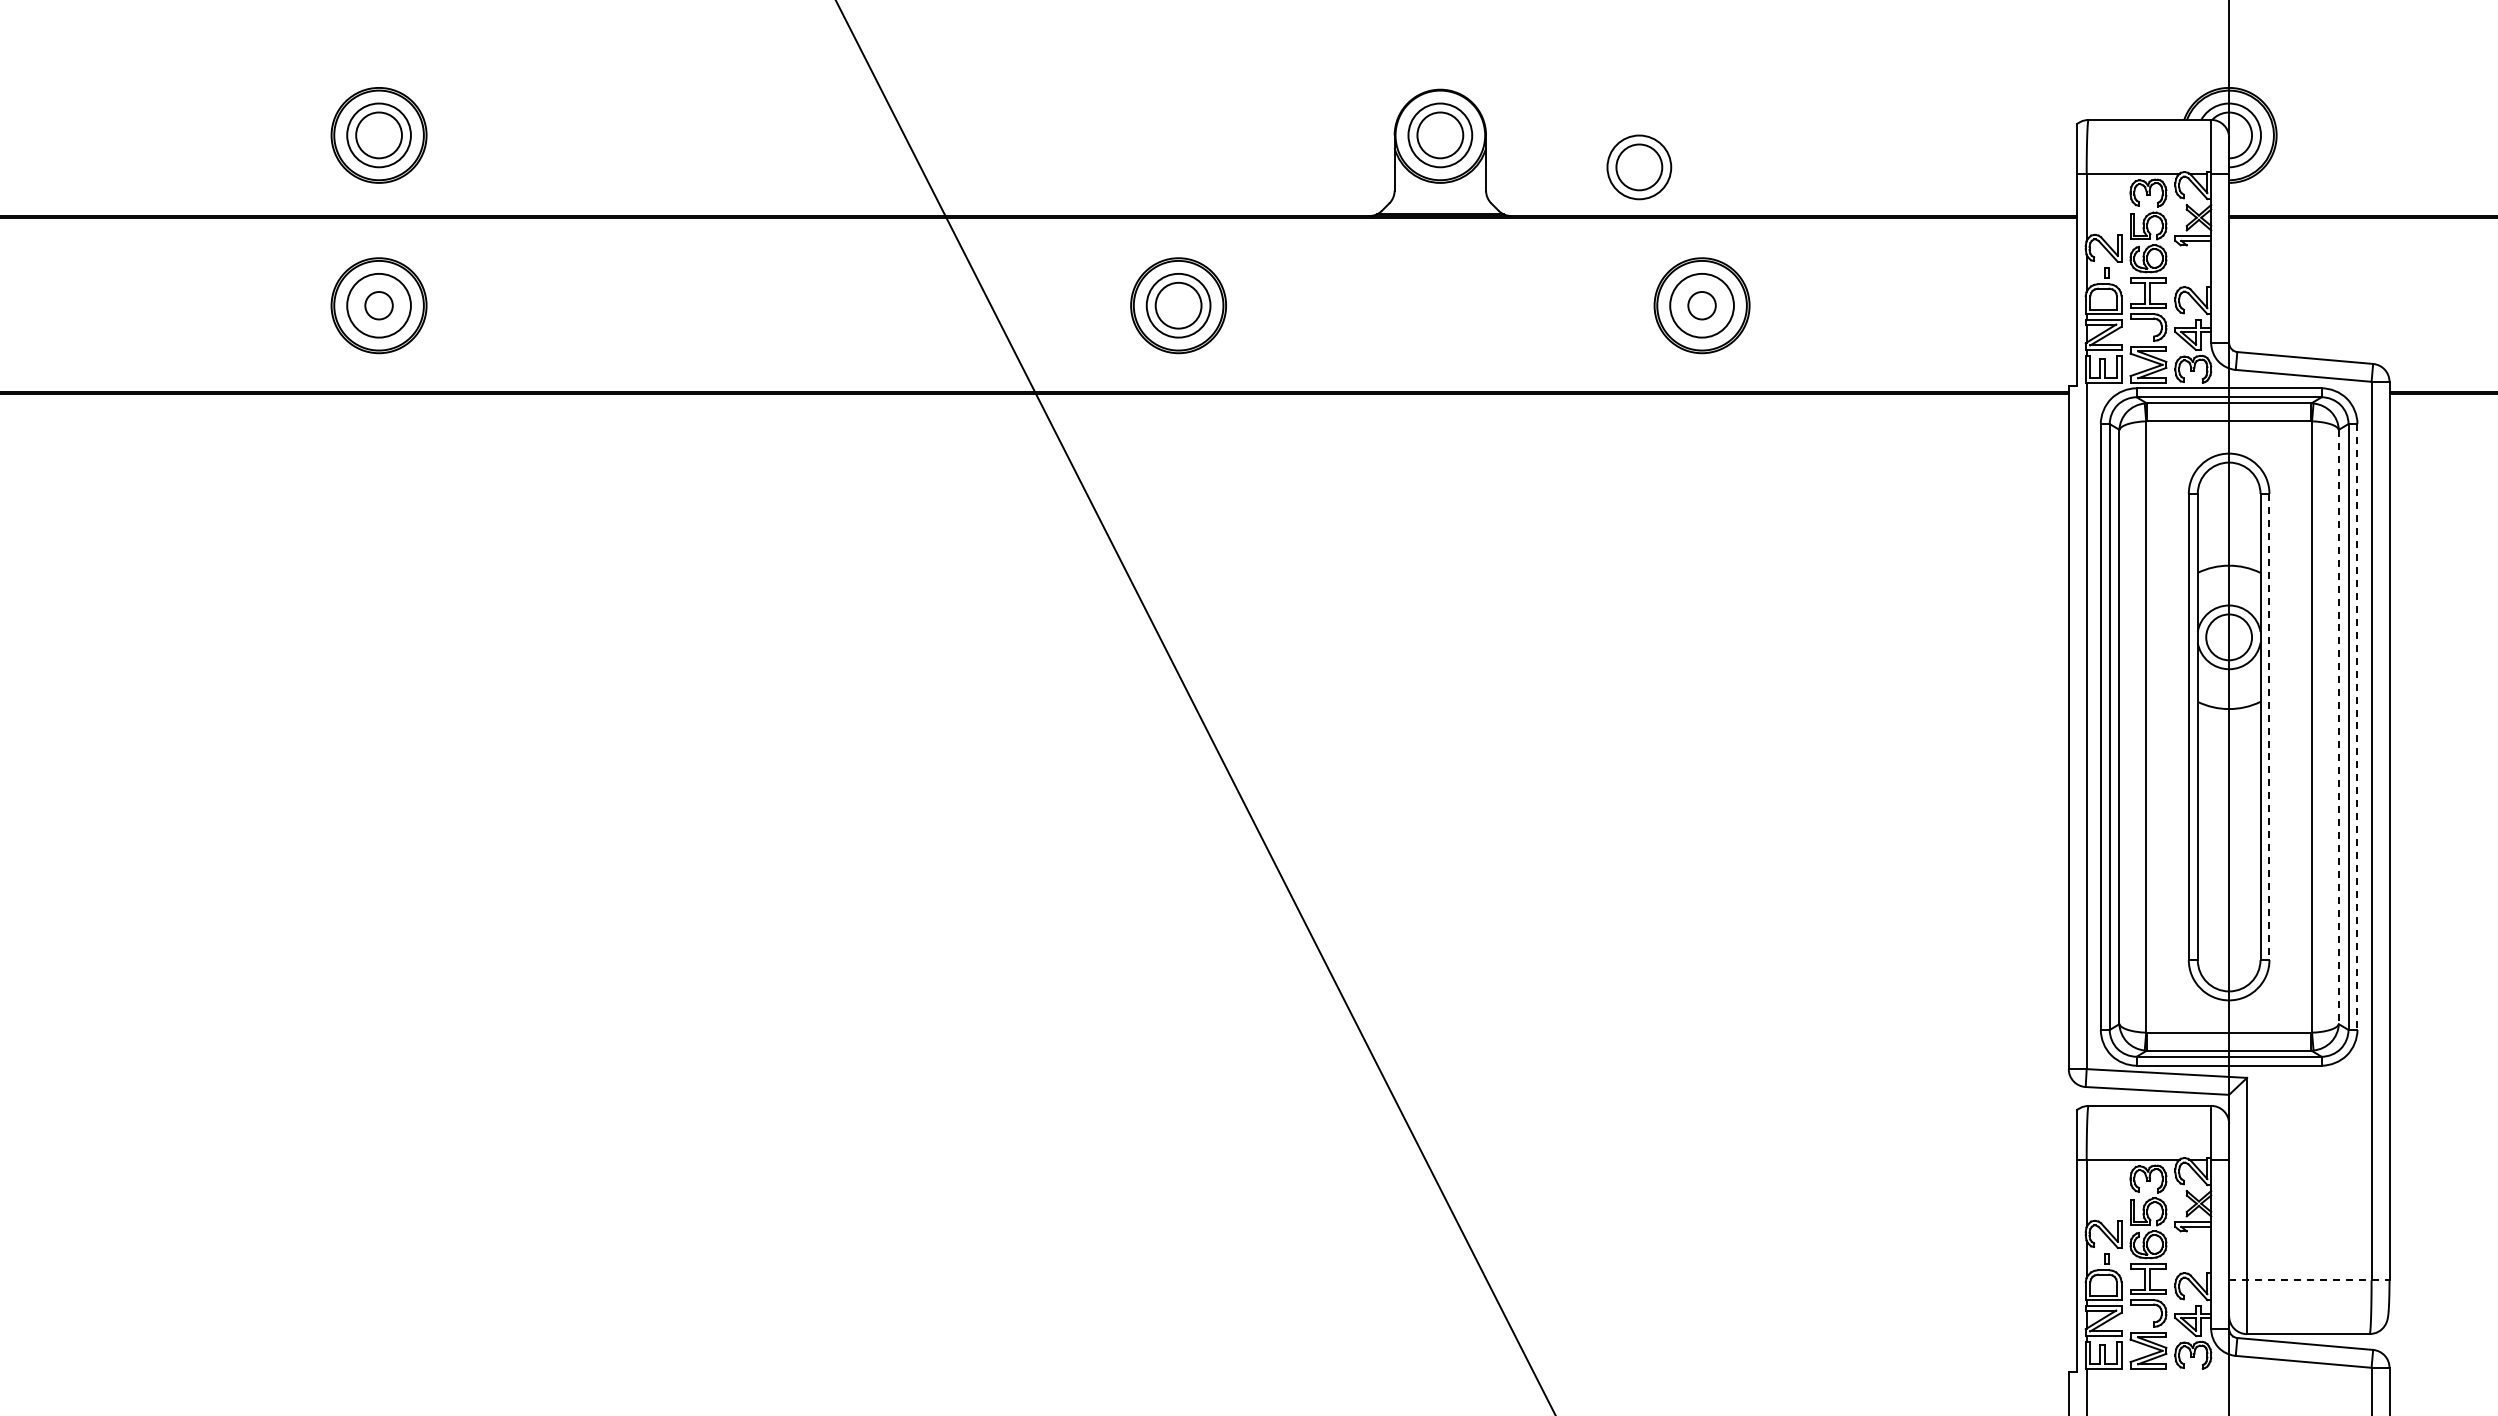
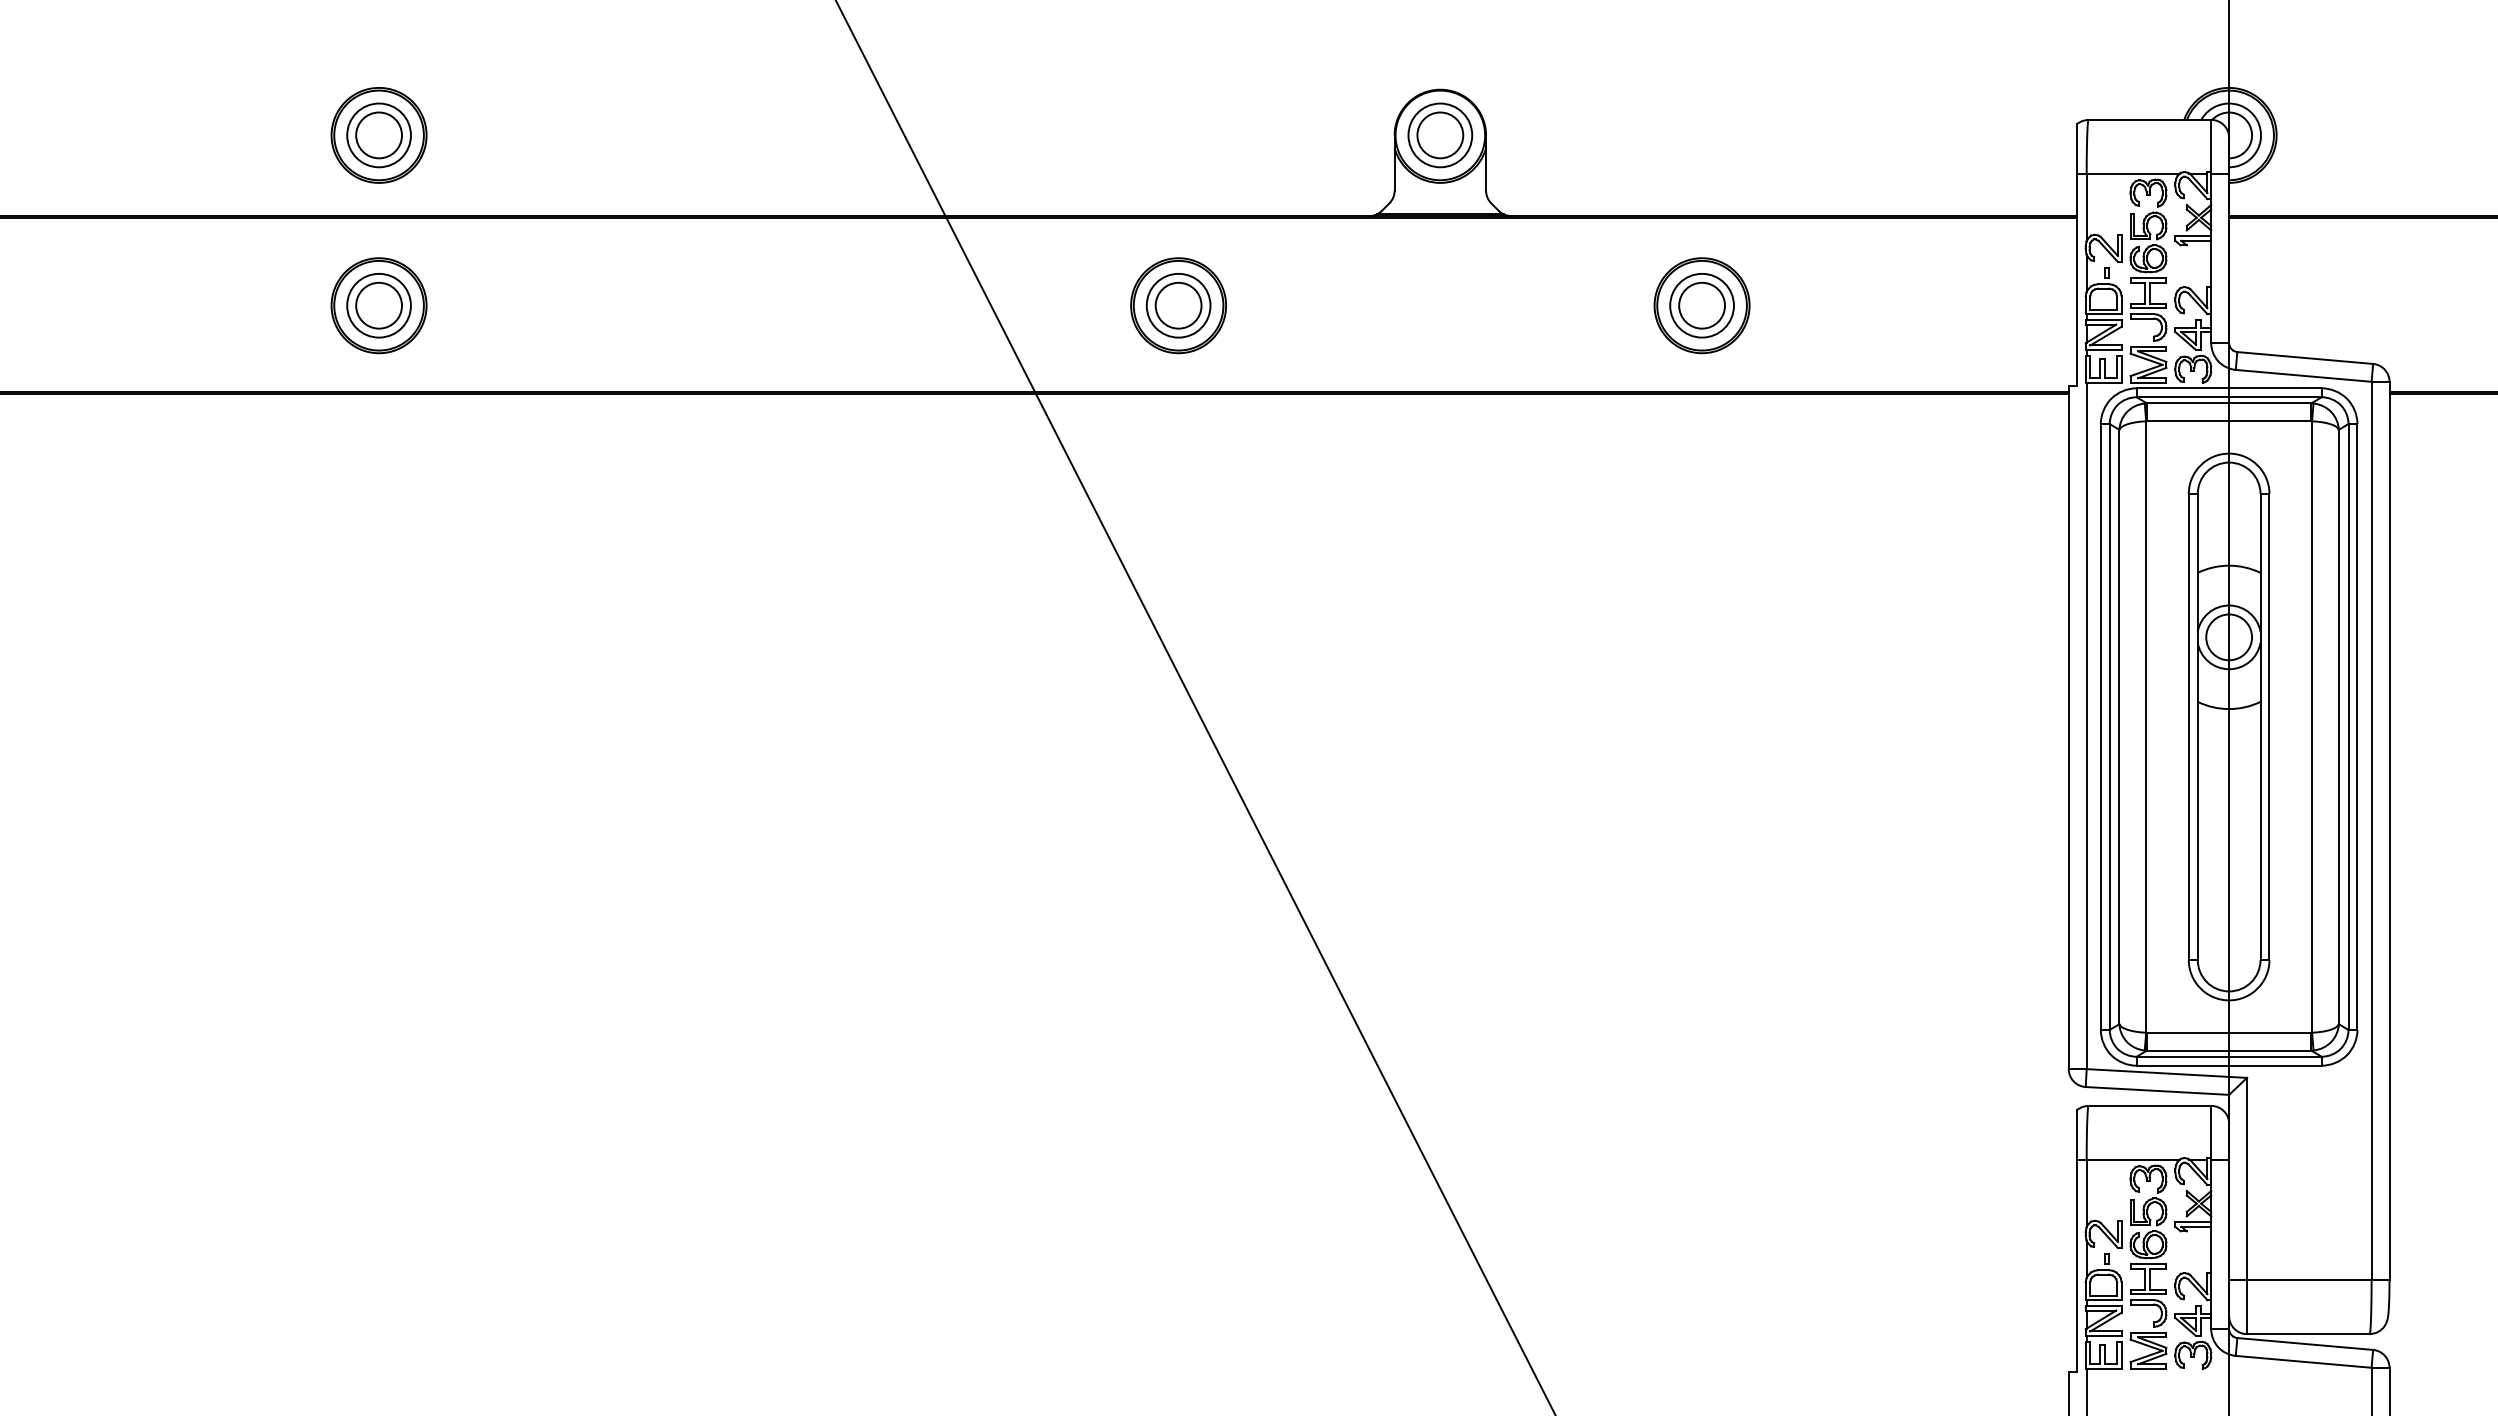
part at (1639, 167): present -> none
circle at (378, 305) diameter: 27 px -> 46 px
circle at (1701, 305) diameter: 27 px -> 46 px
line at (2269, 727): dashed -> solid
line at (2338, 727): dashed -> solid
line at (2357, 727): dashed -> solid
line at (2309, 1280): dashed -> solid
